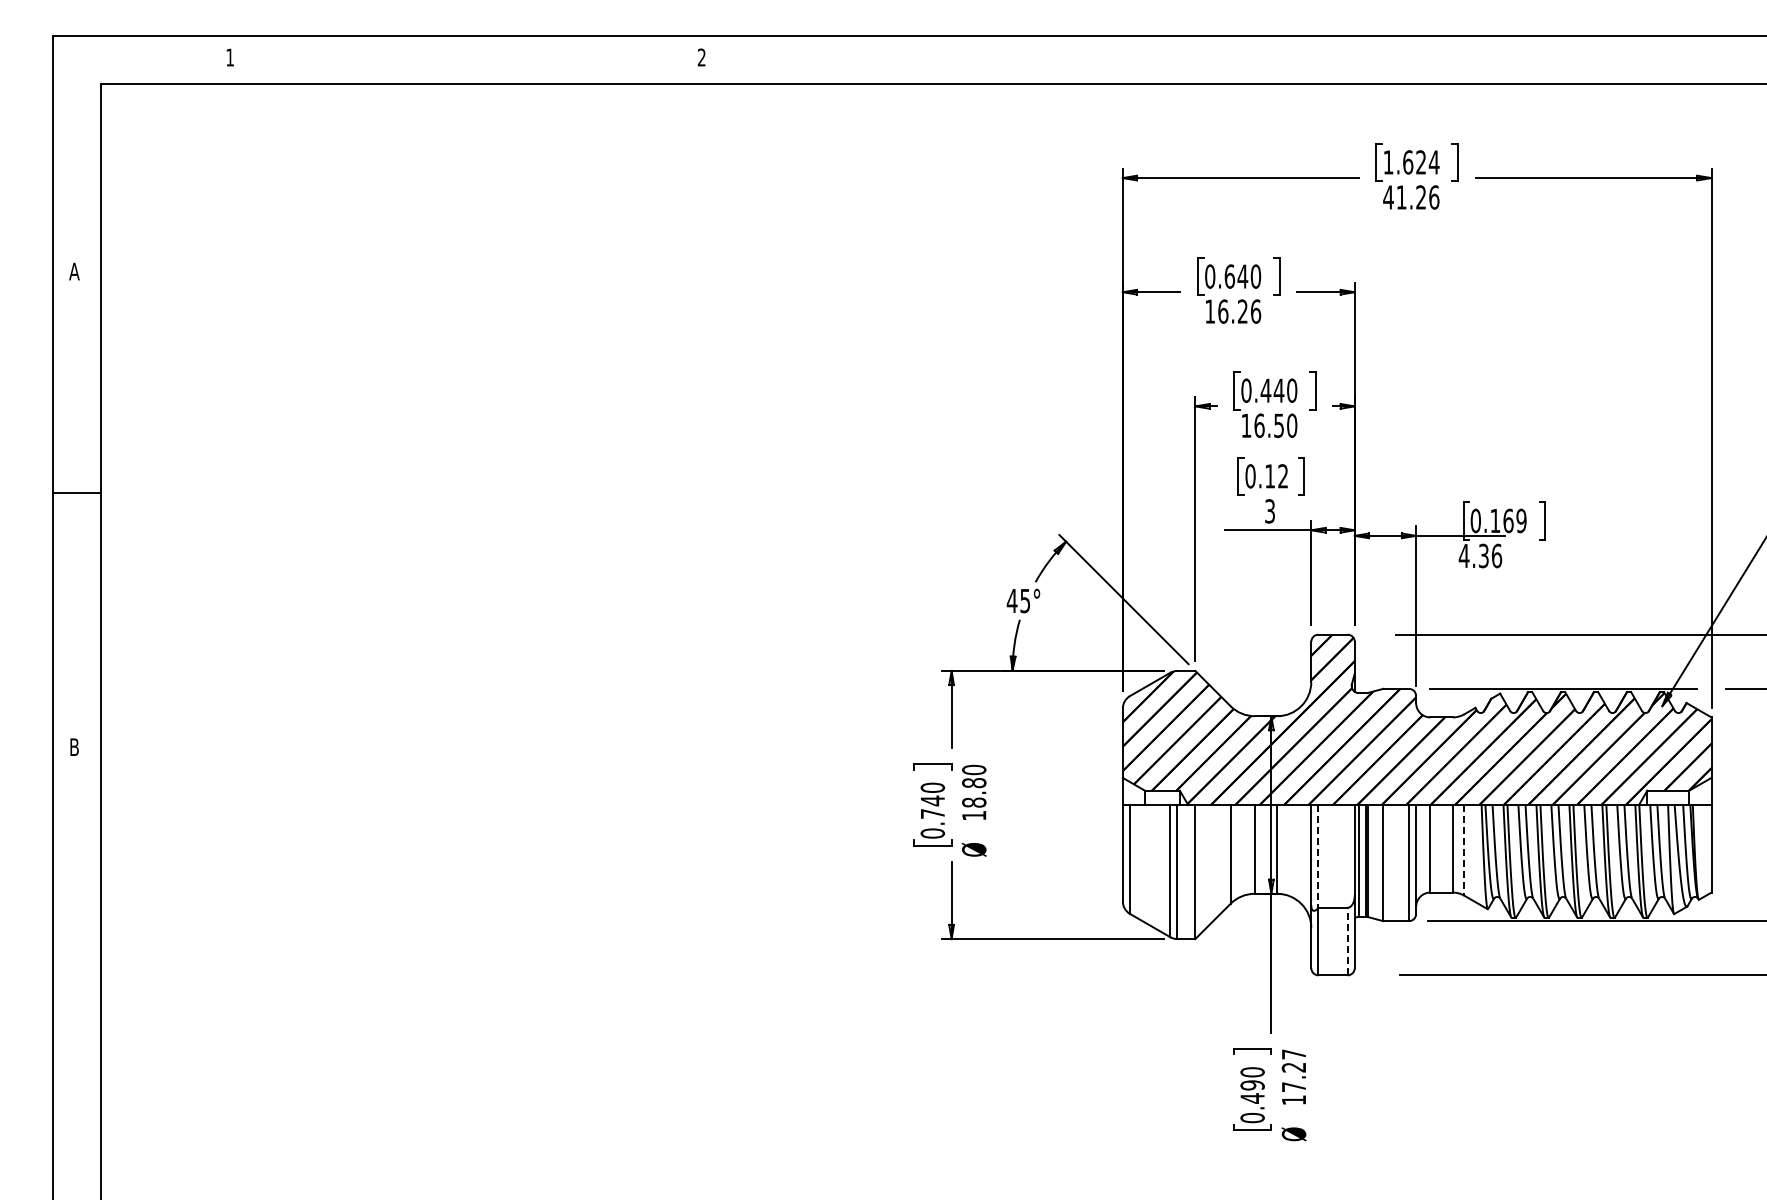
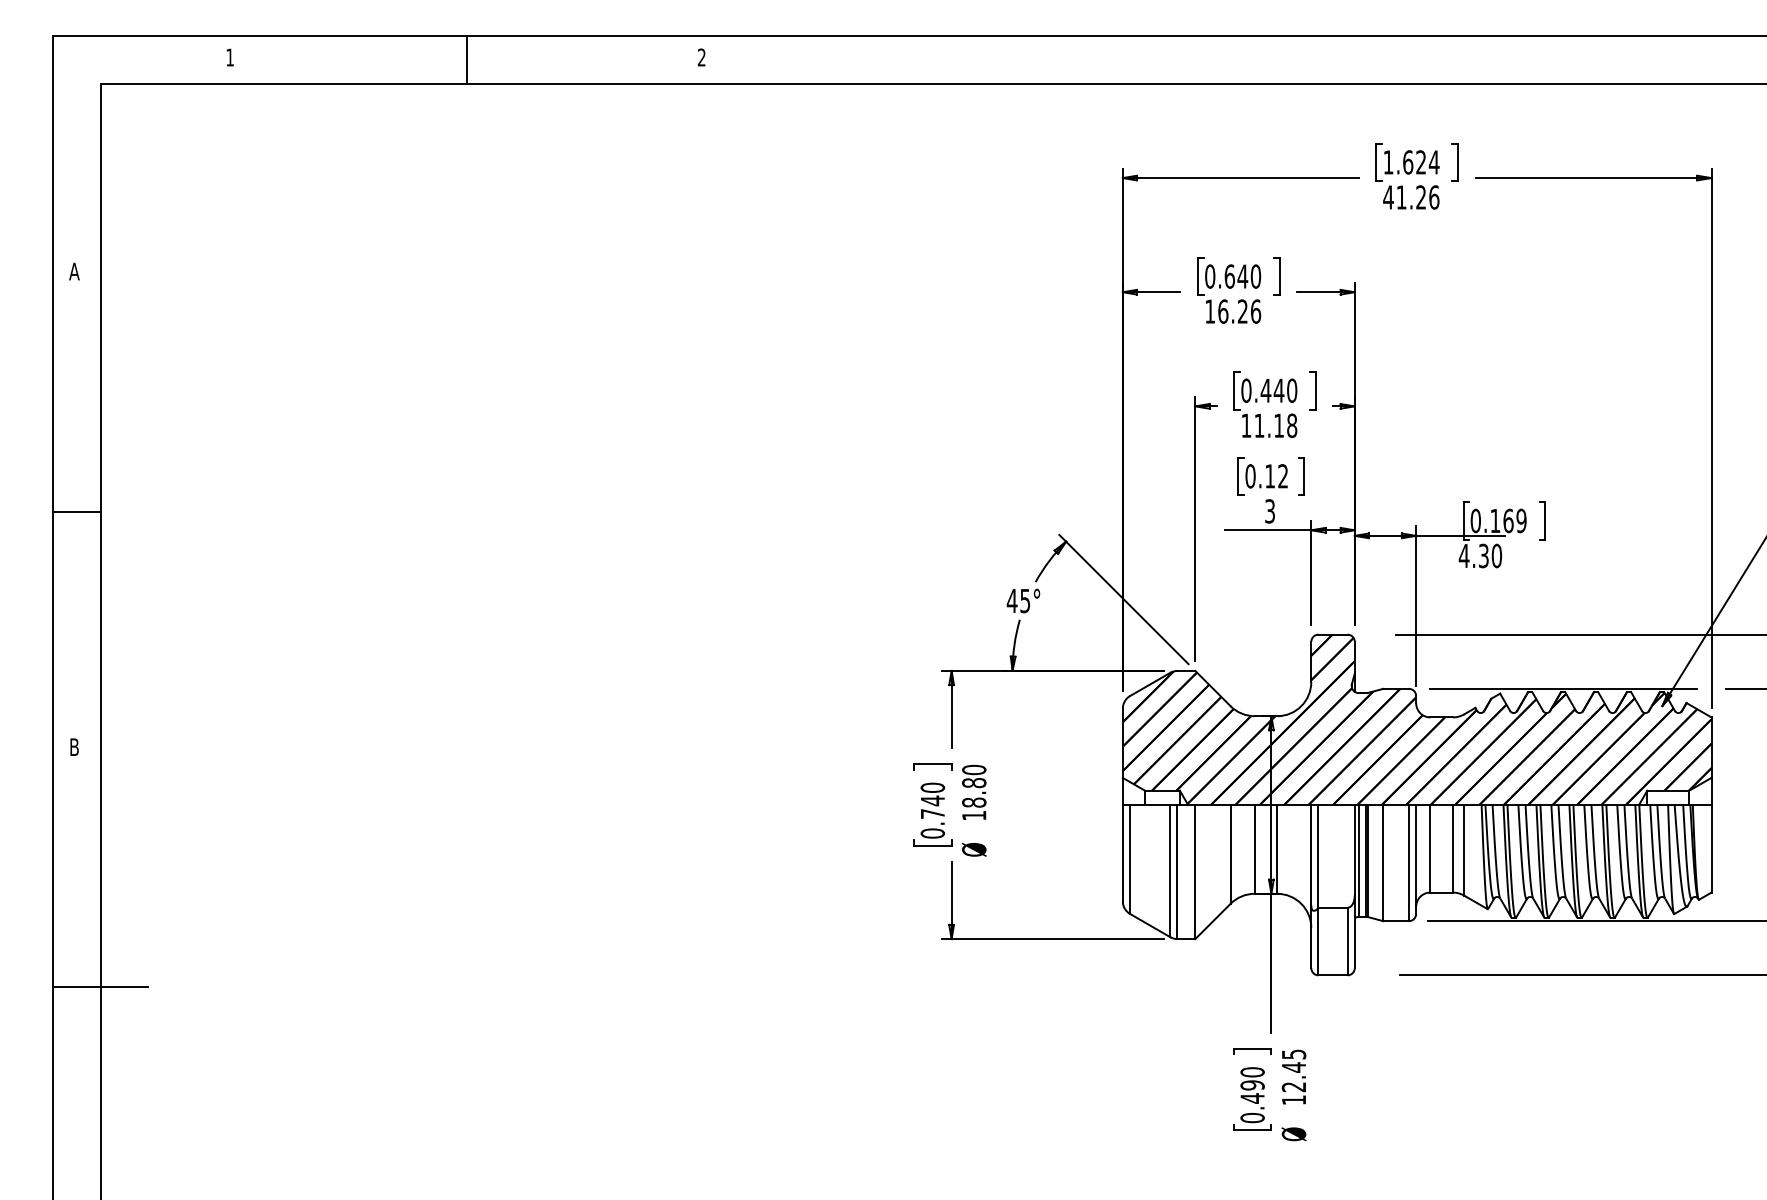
line at (466, 59): none -> present
text at (1275, 425): 16.50 -> 11.18
line at (76, 492) position: (76, 492) -> (76, 511)
text at (1496, 555): 4.36 -> 4.30
line at (1464, 850): dashed -> solid
line at (1318, 856): dashed -> solid
line at (1347, 941): dashed -> solid
line at (100, 987): none -> present
text at (1293, 1070): 17.27 -> 12.45
